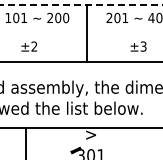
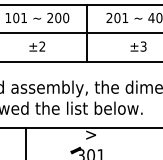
line at (81, 4): dashed -> solid
line at (80, 33): none -> present
text at (29, 46) position: (29, 46) -> (37, 46)
